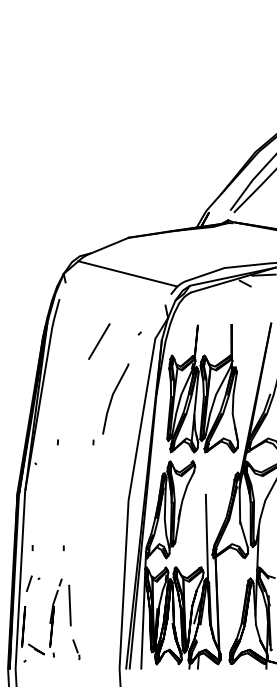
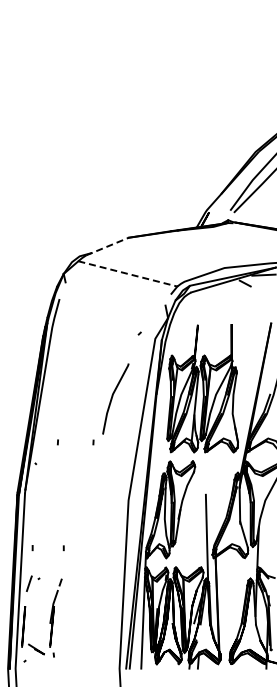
line at (107, 246): solid -> dashed
line at (128, 274): solid -> dashed
line at (99, 341): present -> none
line at (69, 605): present -> none
line at (76, 649): present -> none
